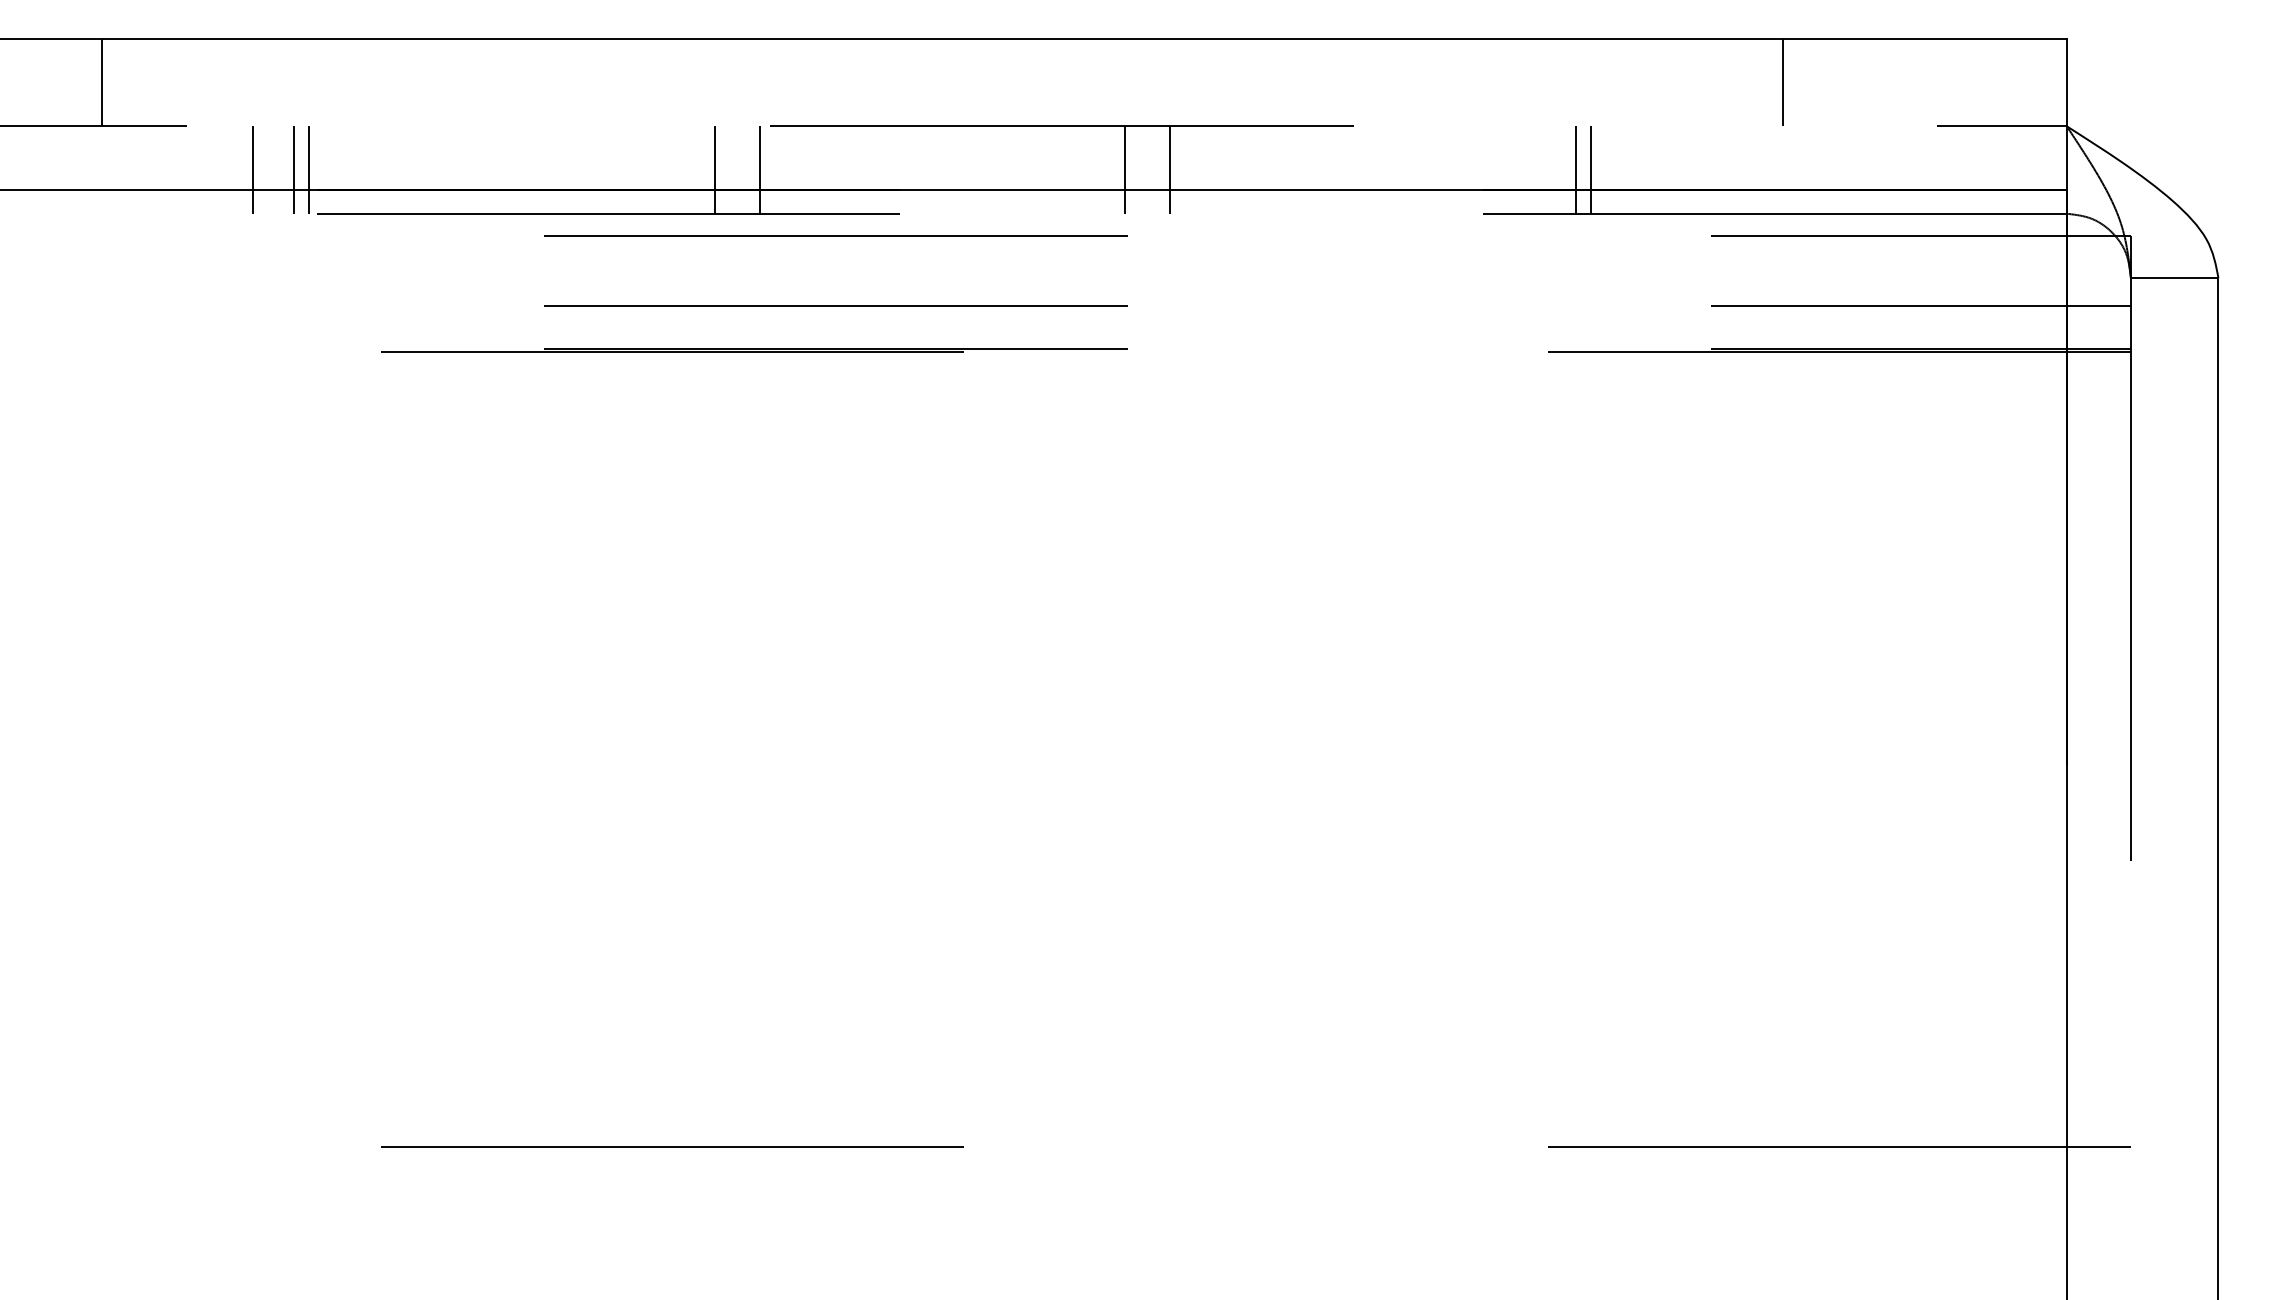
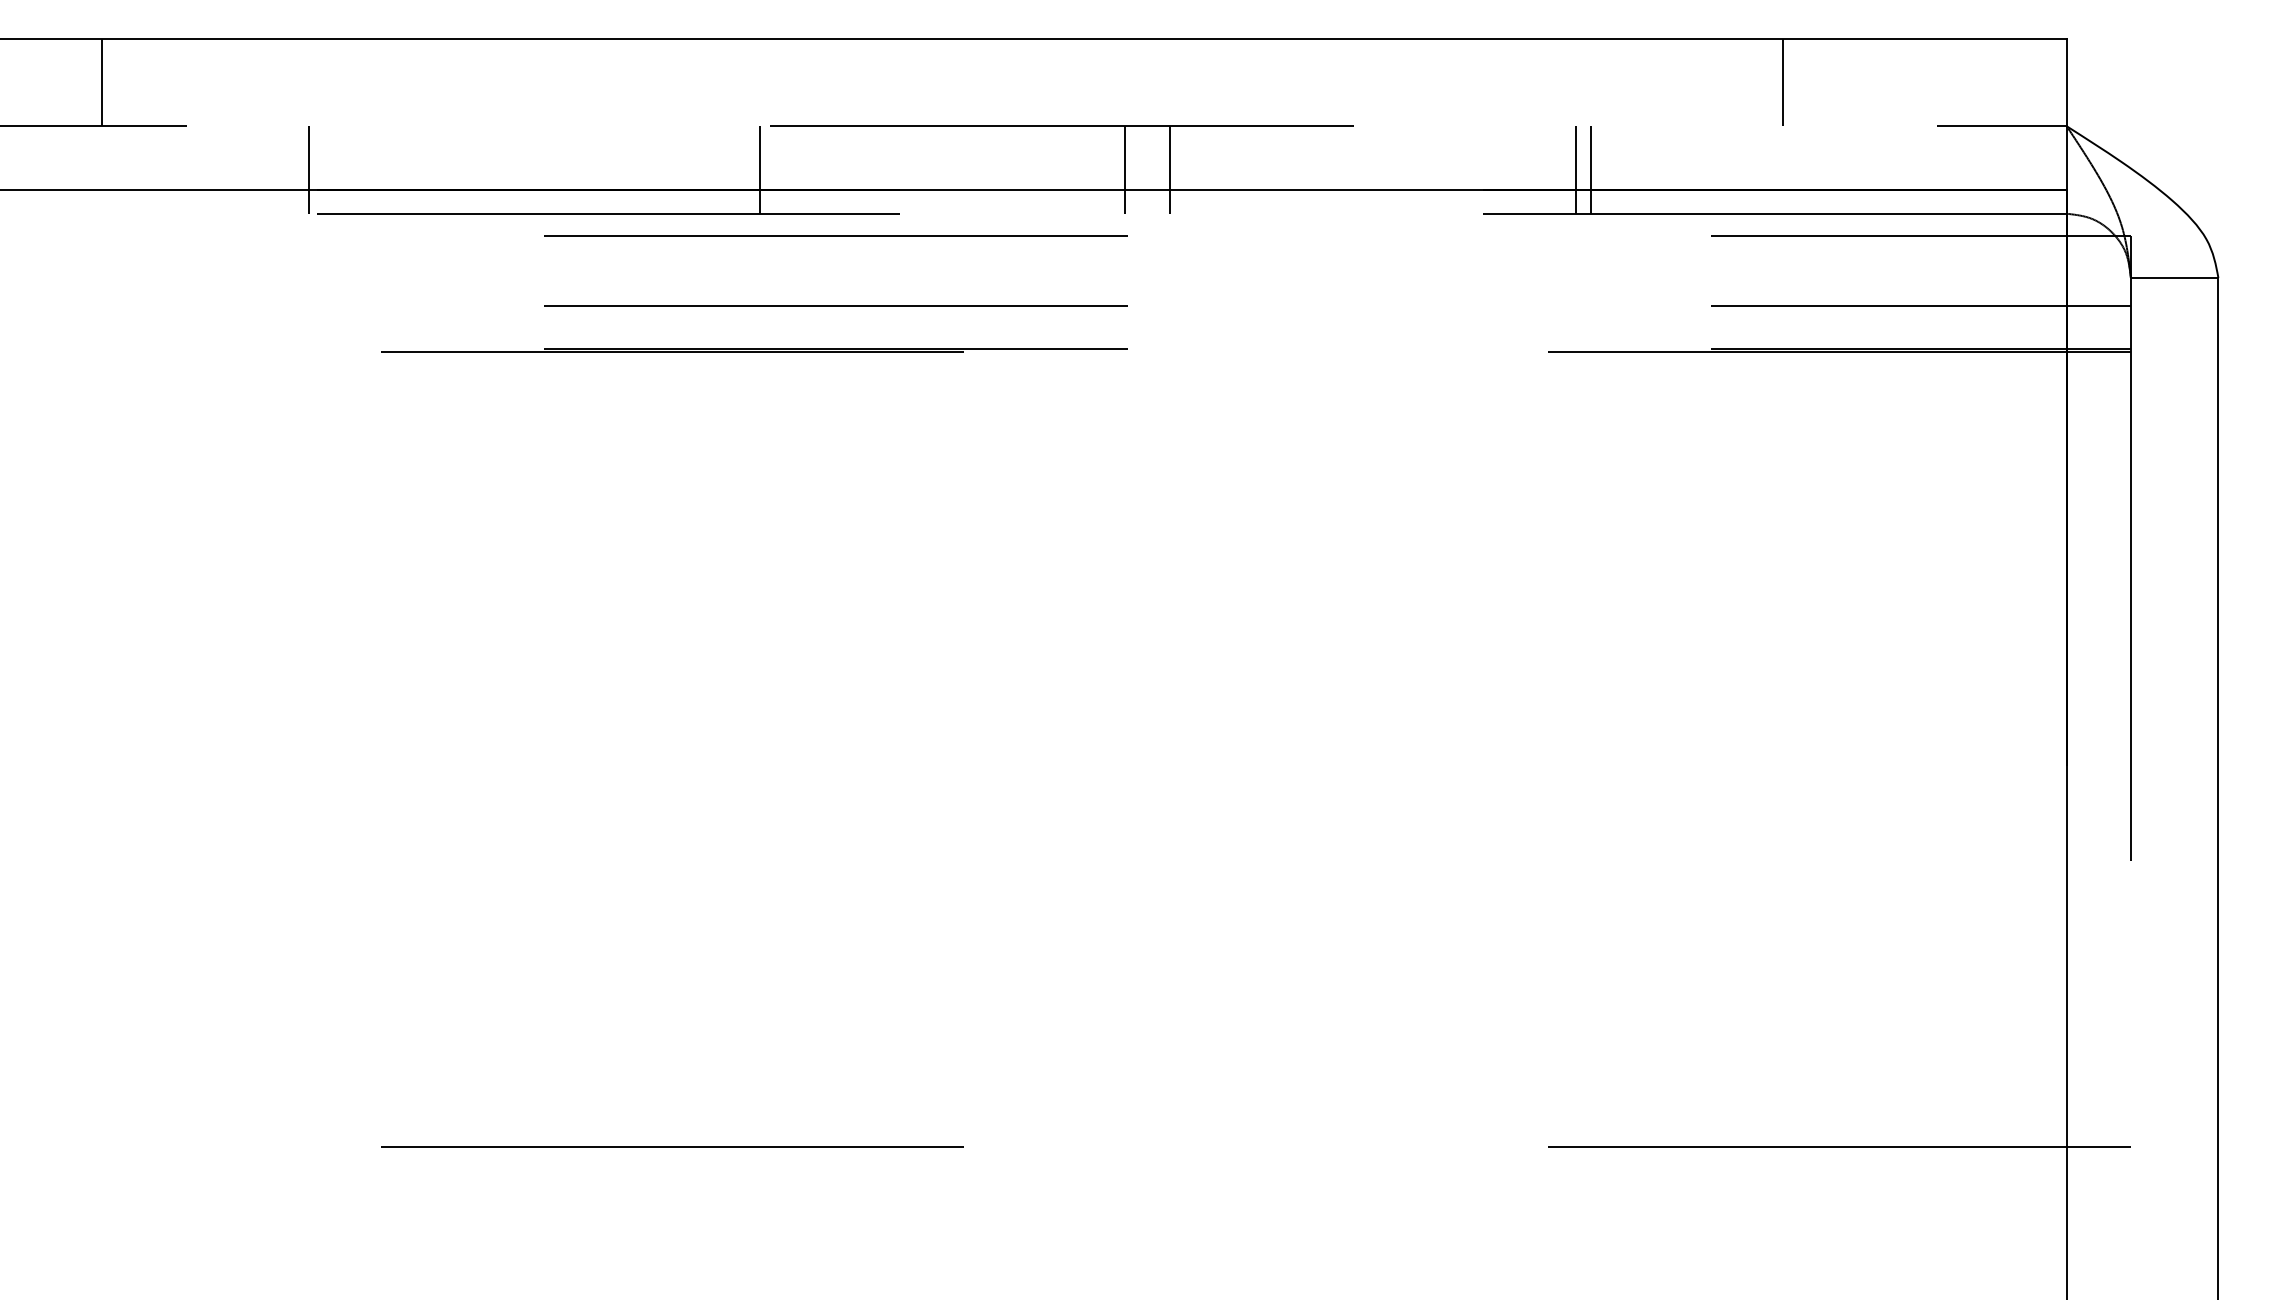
line at (252, 169): present -> none
line at (294, 169): present -> none
line at (714, 169): present -> none
